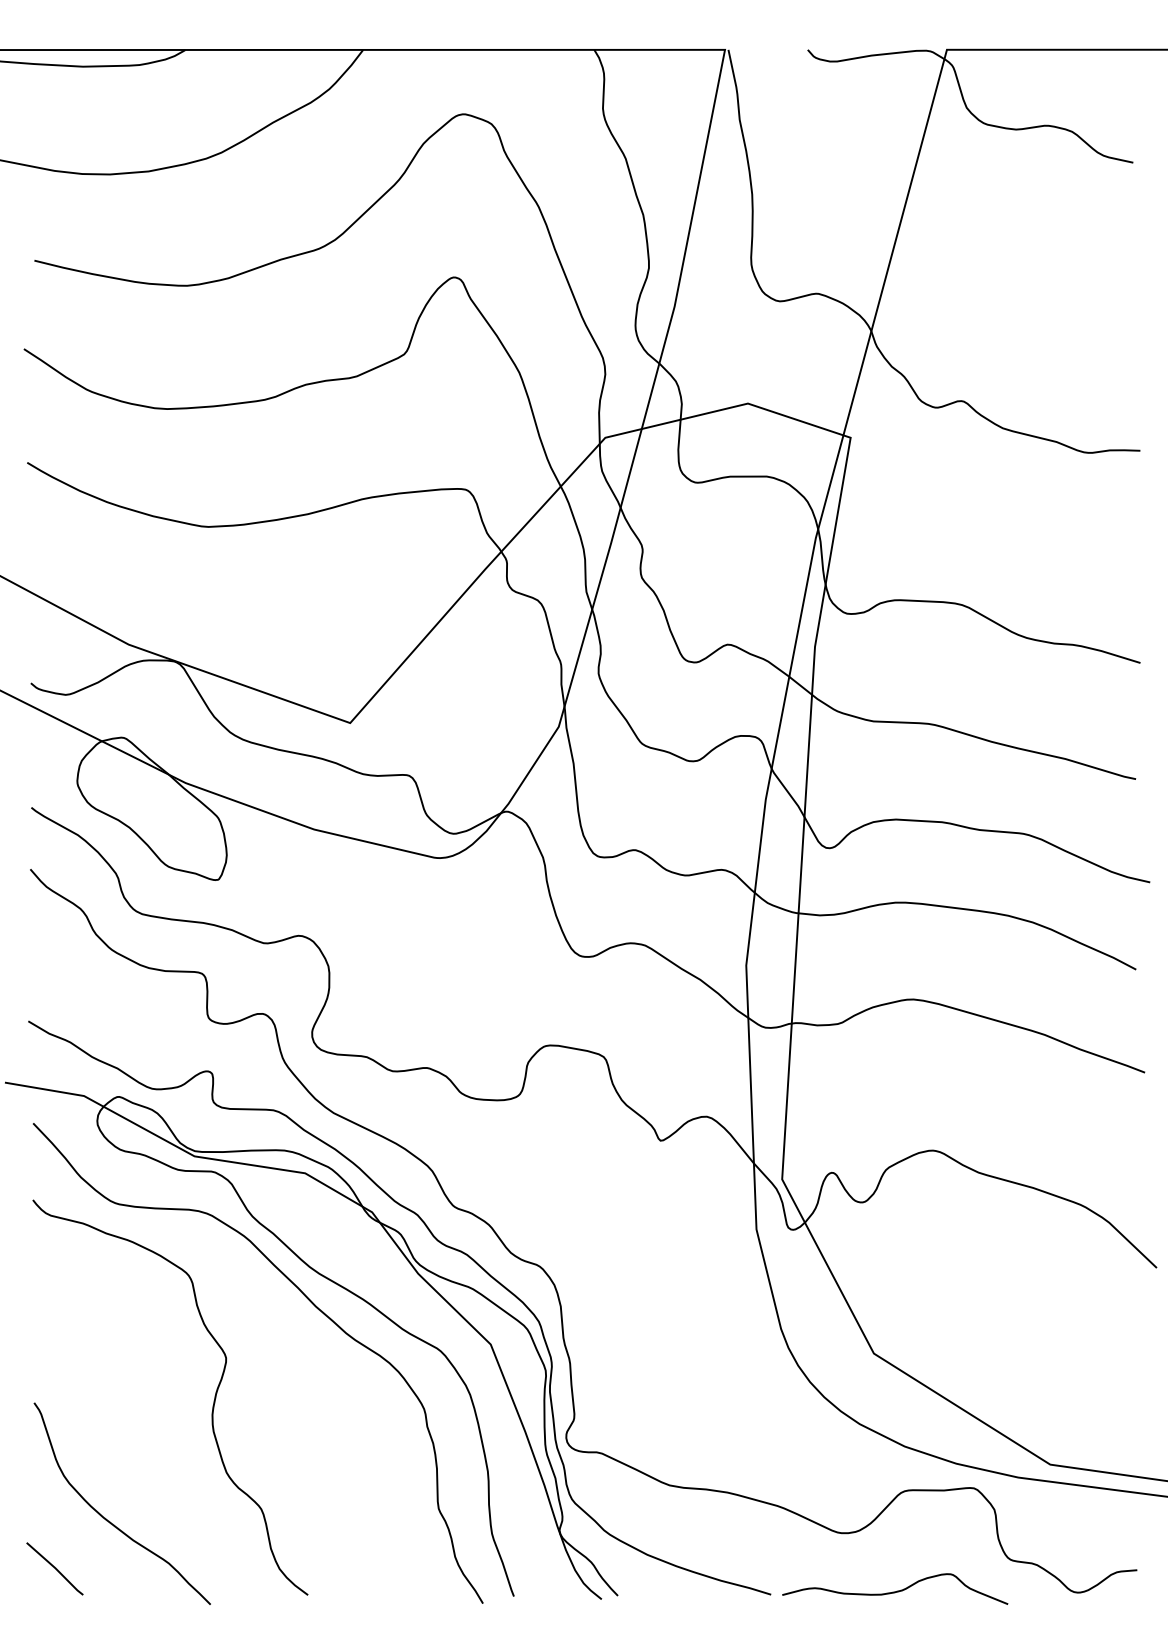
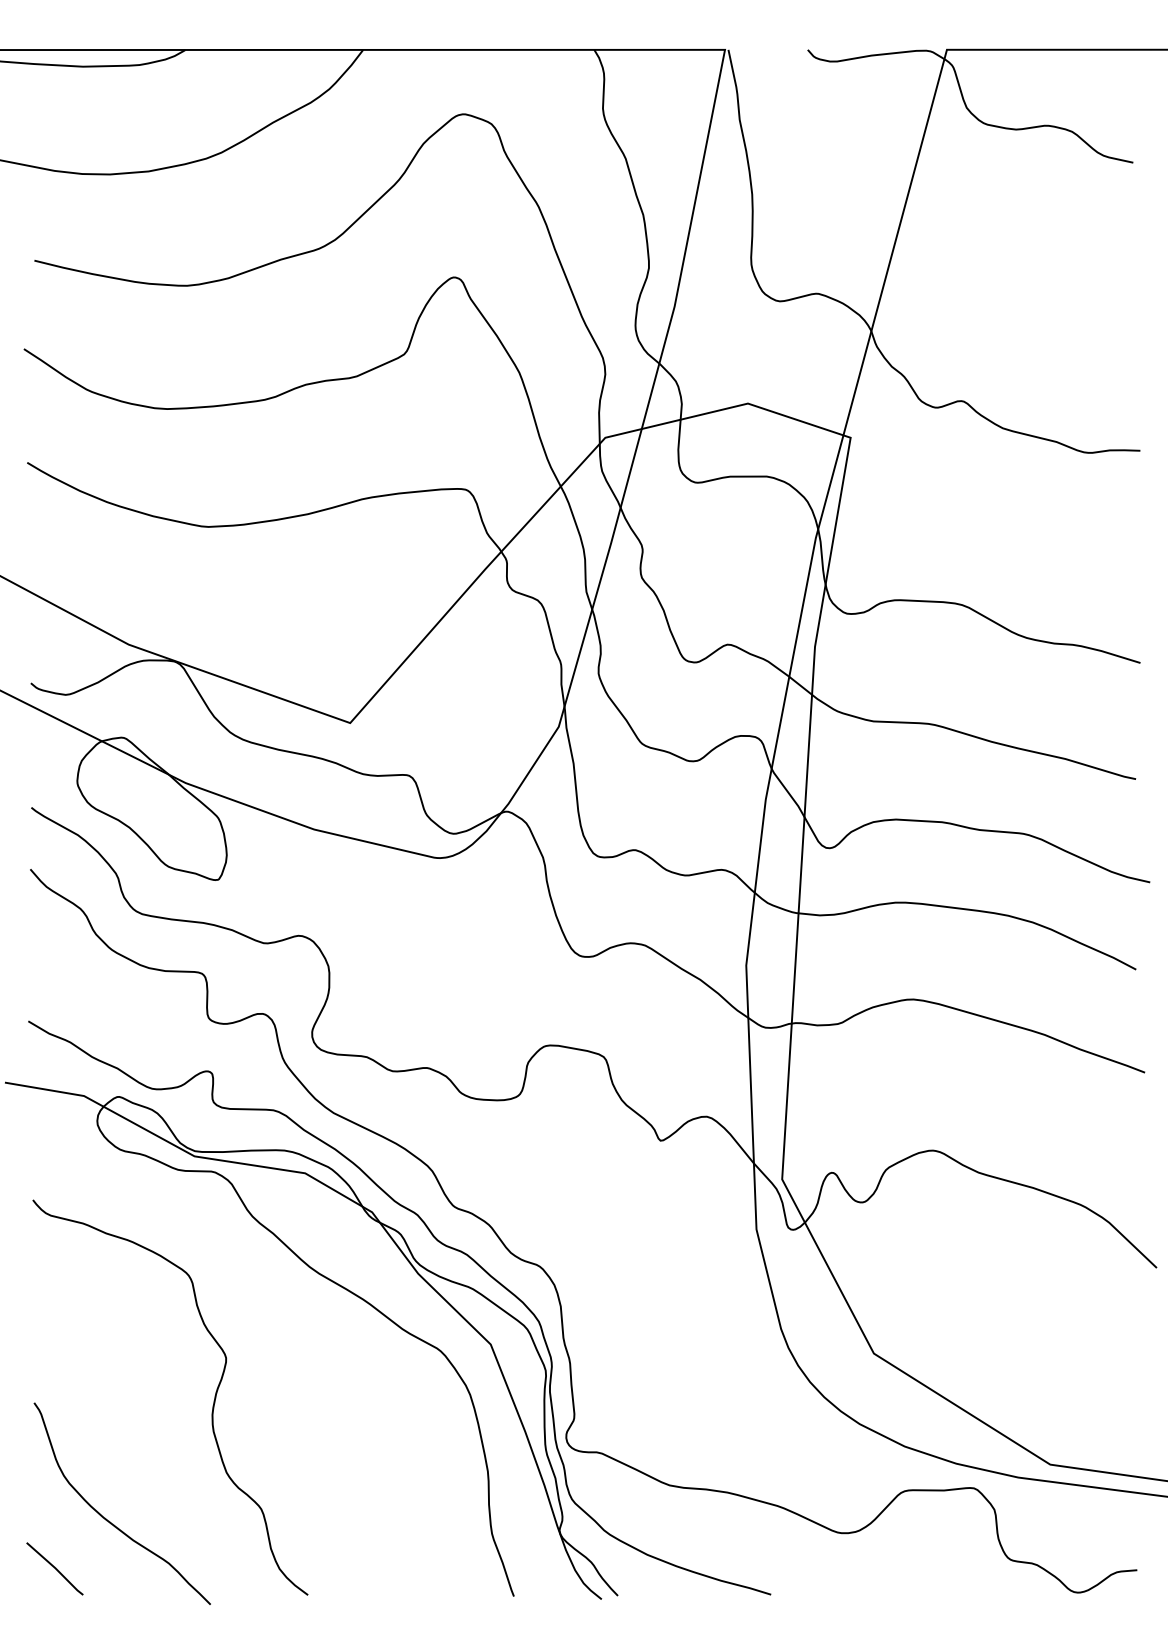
curve at (314, 1306): present -> none
curve at (897, 1590): present -> none
